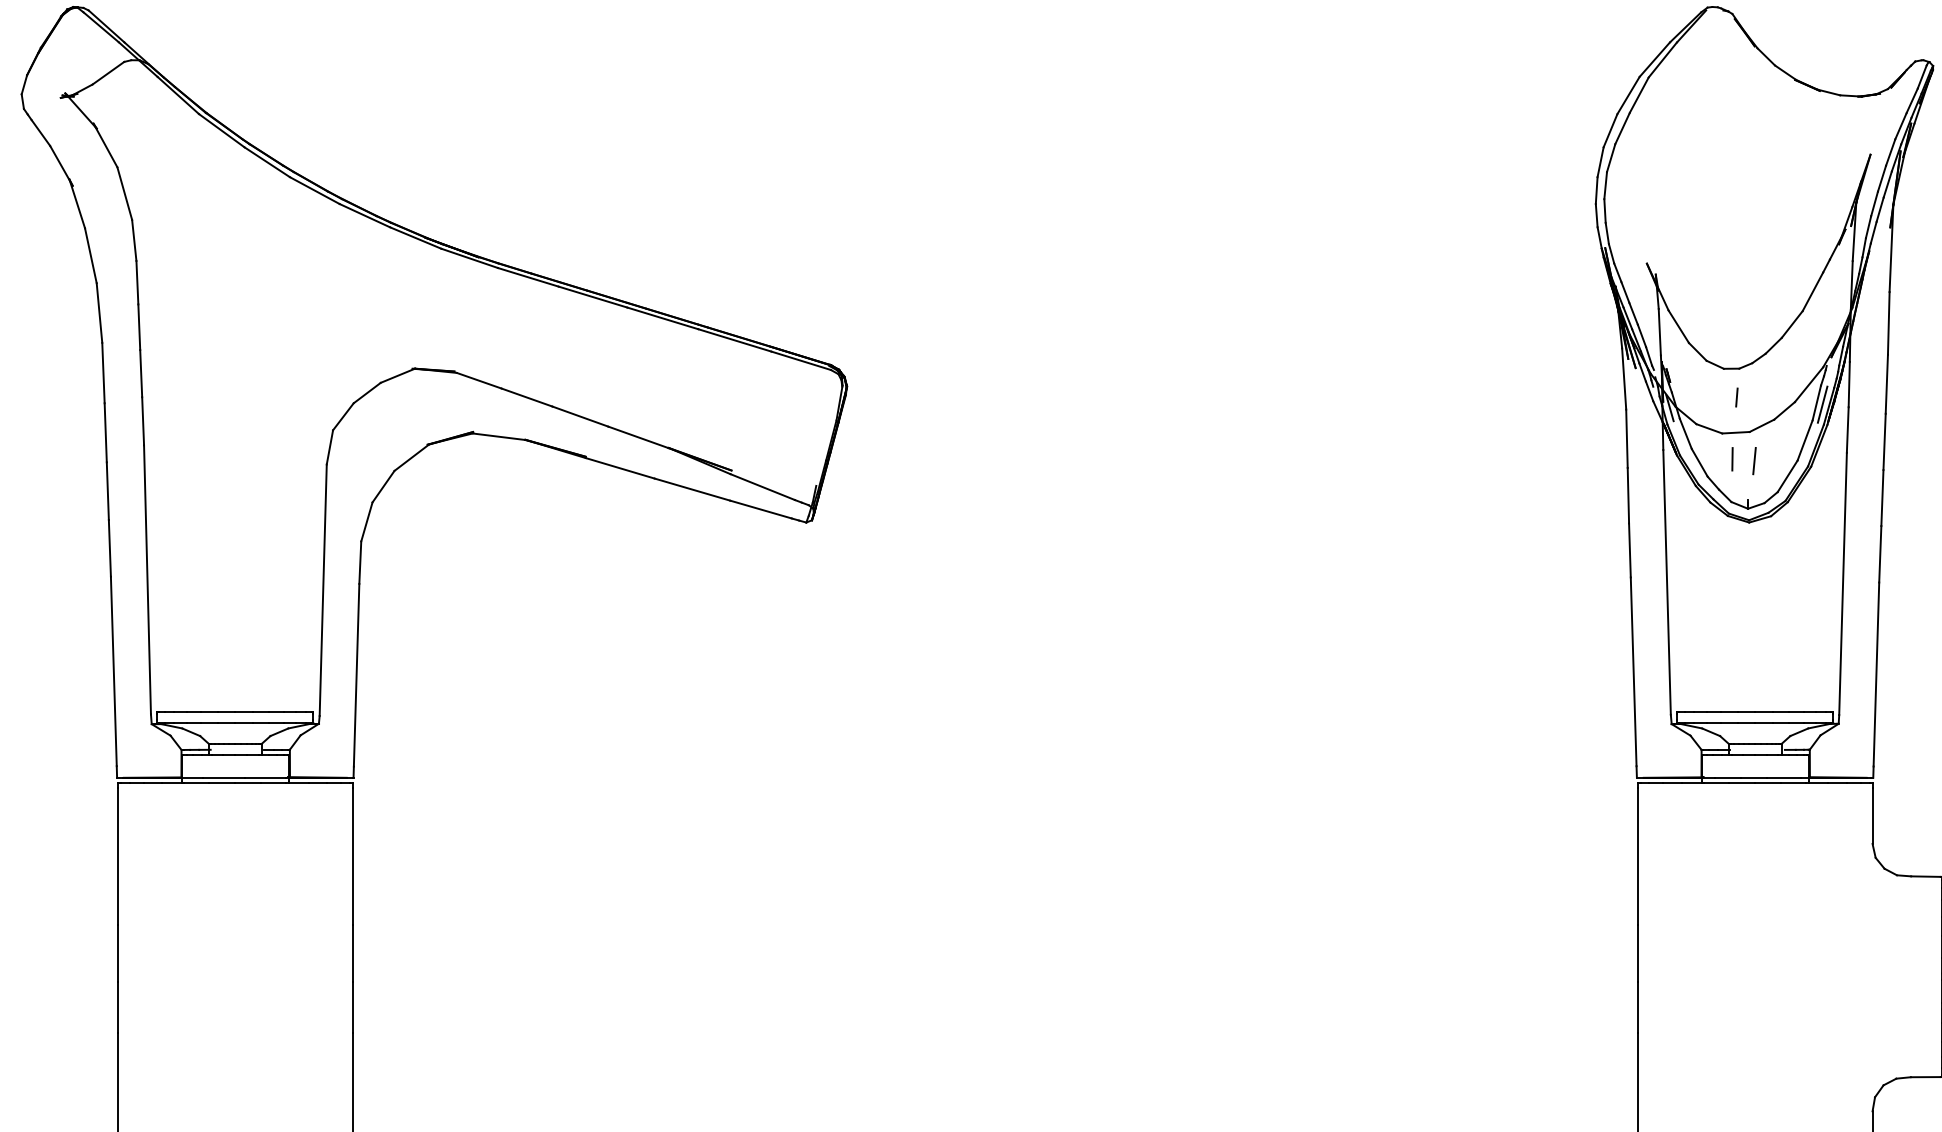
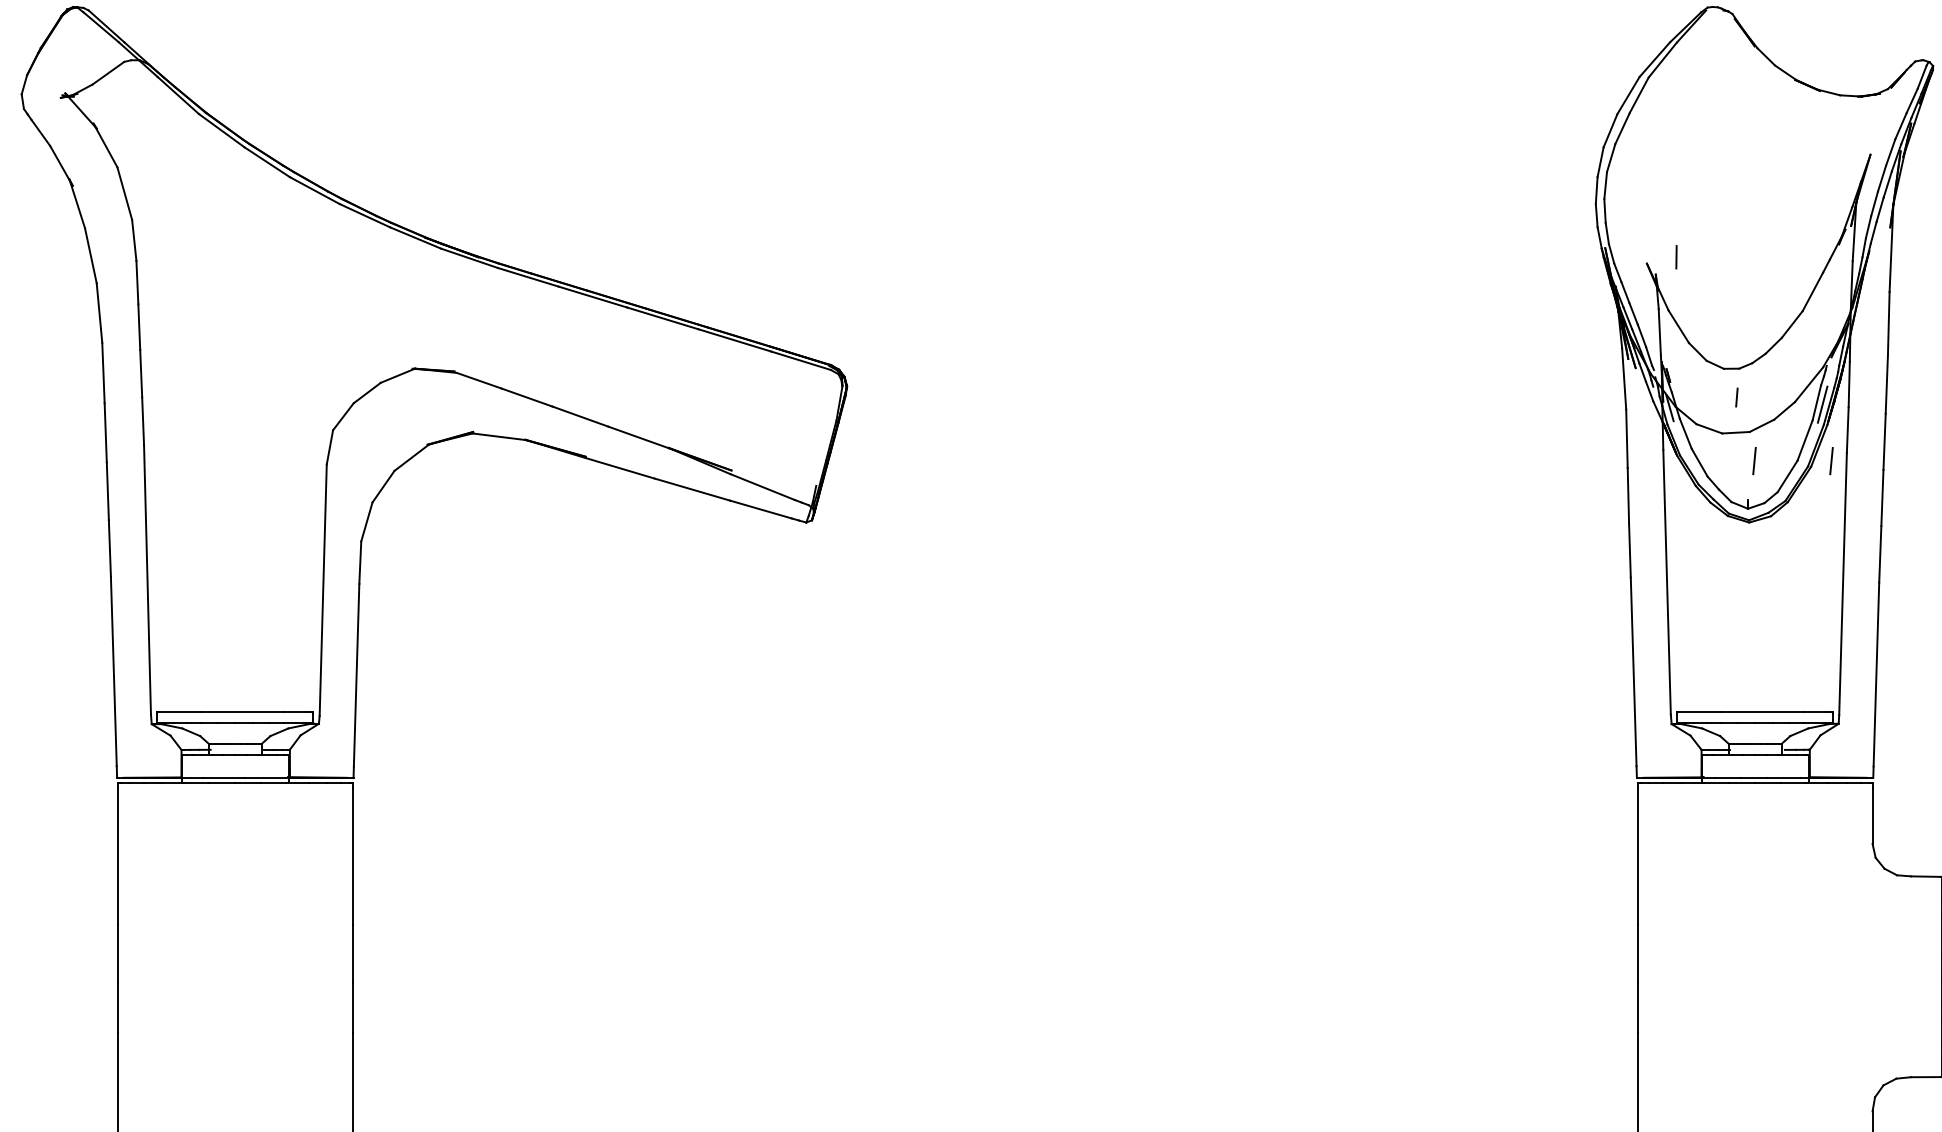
line at (1732, 459) position: (1732, 459) -> (1676, 257)
line at (1831, 461): none -> present
